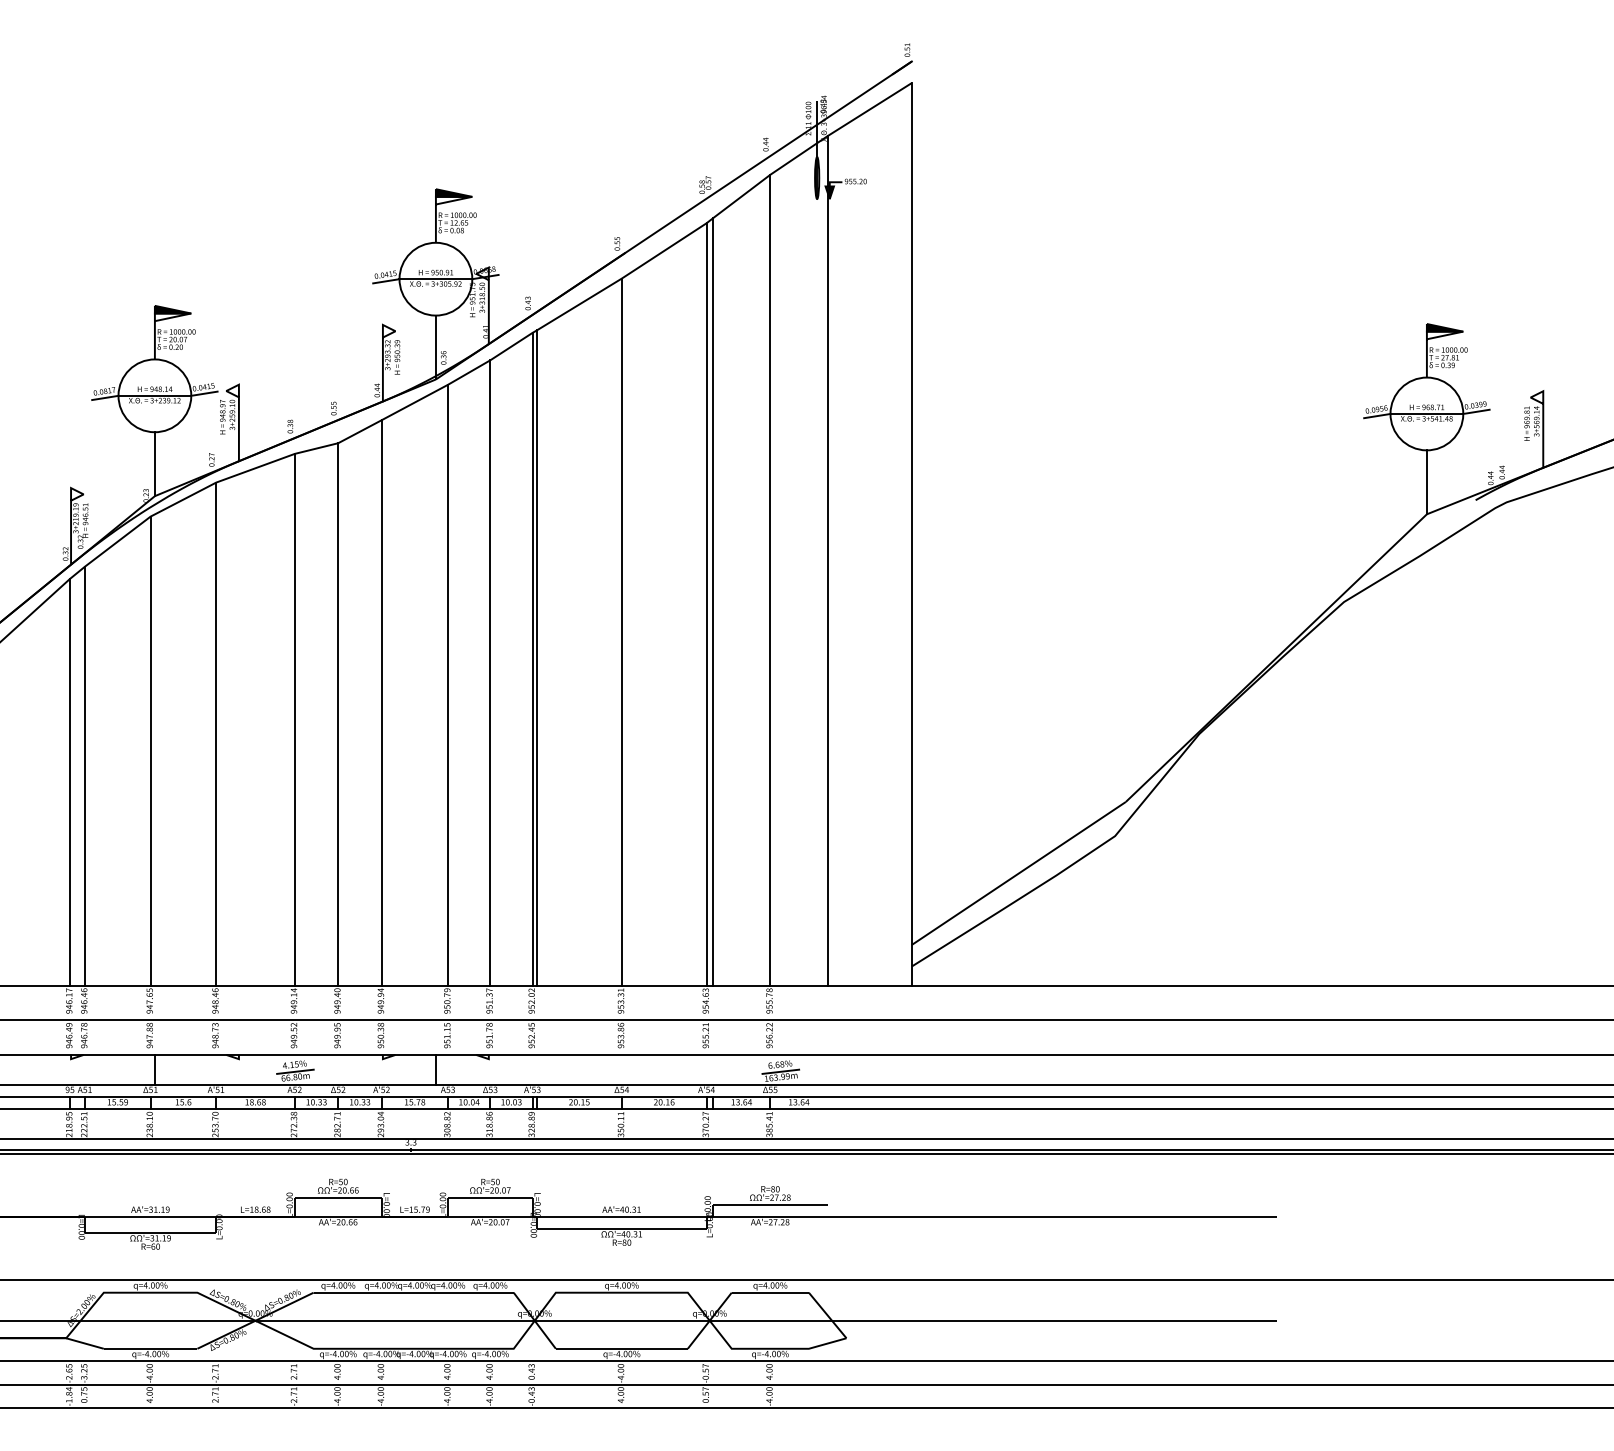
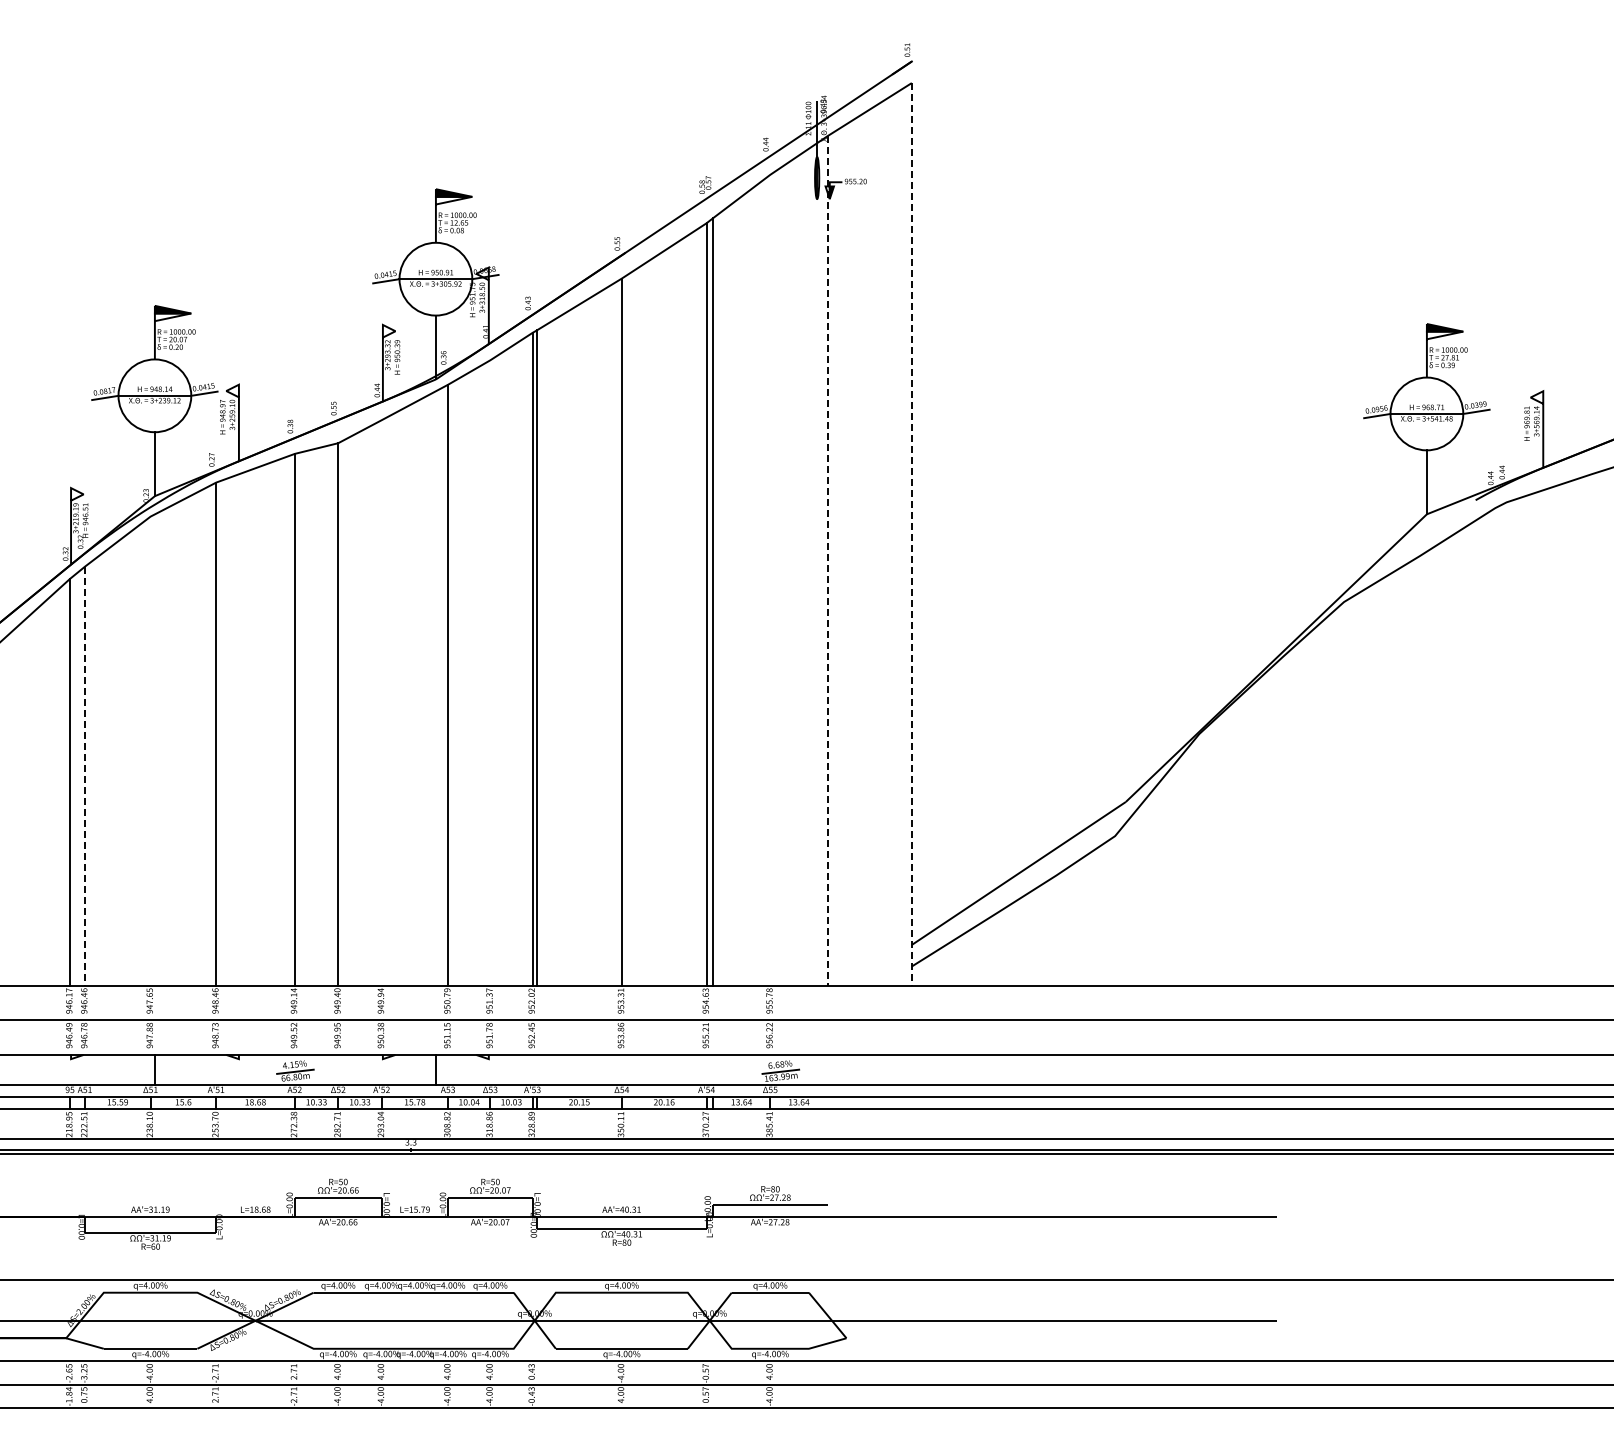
line at (911, 534): solid -> dashed
line at (827, 560): solid -> dashed
line at (770, 579): present -> none
line at (490, 672): present -> none
line at (381, 702): present -> none
line at (150, 750): present -> none
line at (85, 776): solid -> dashed
